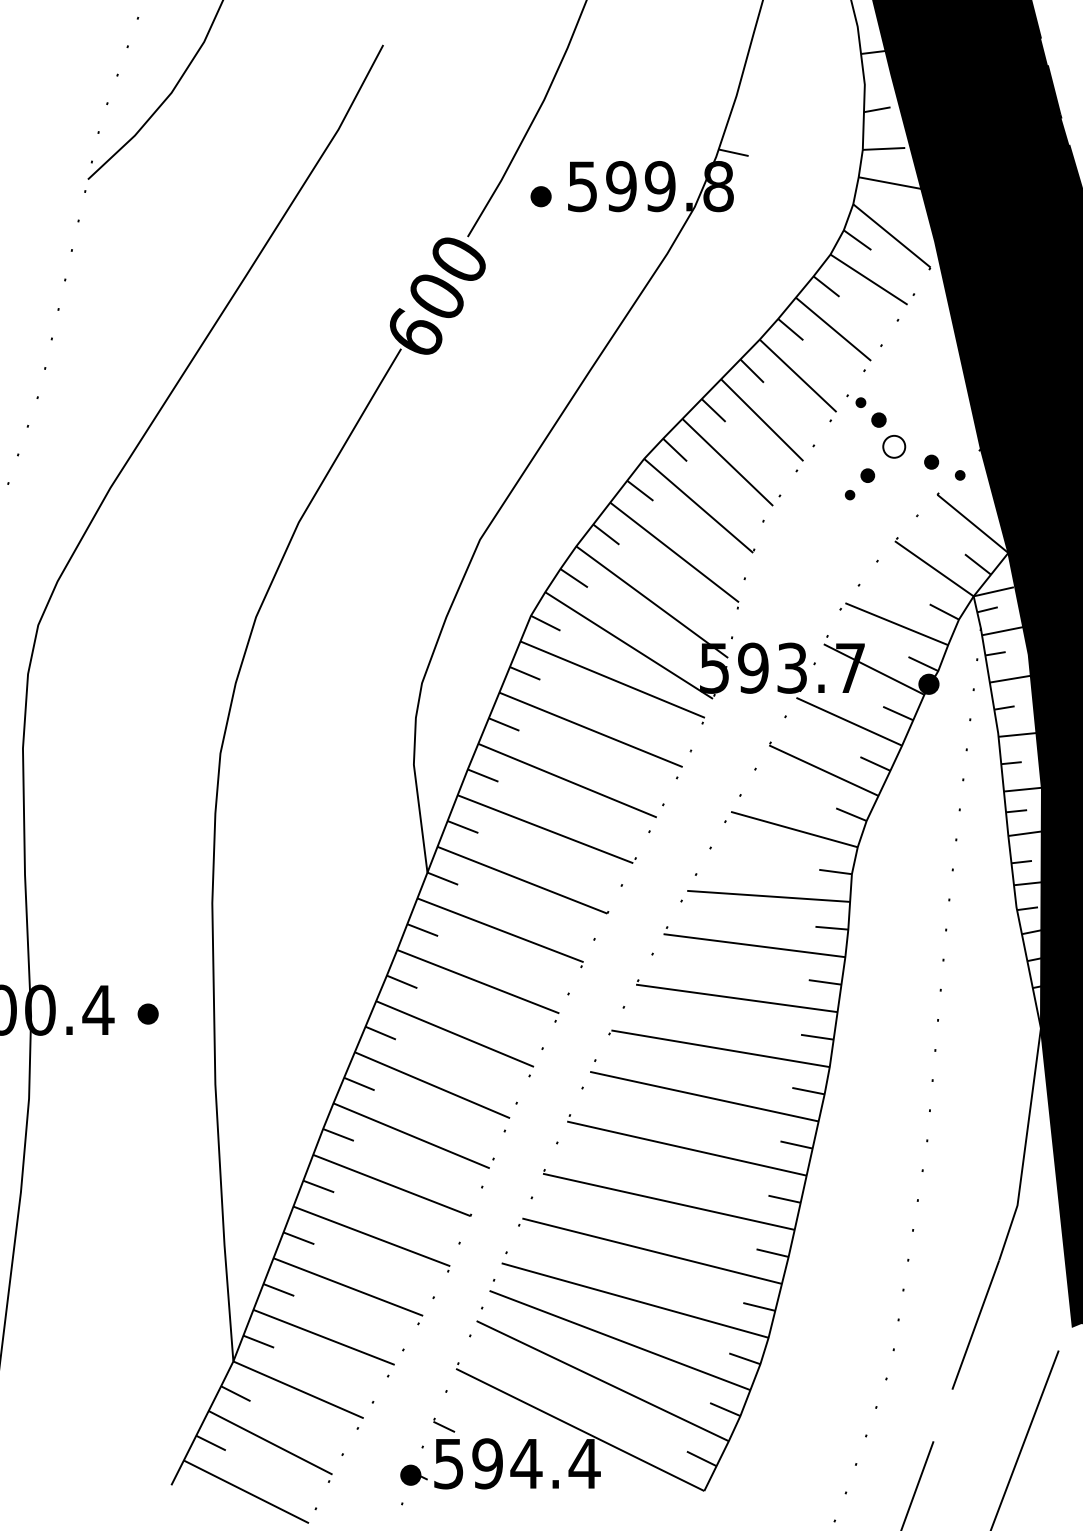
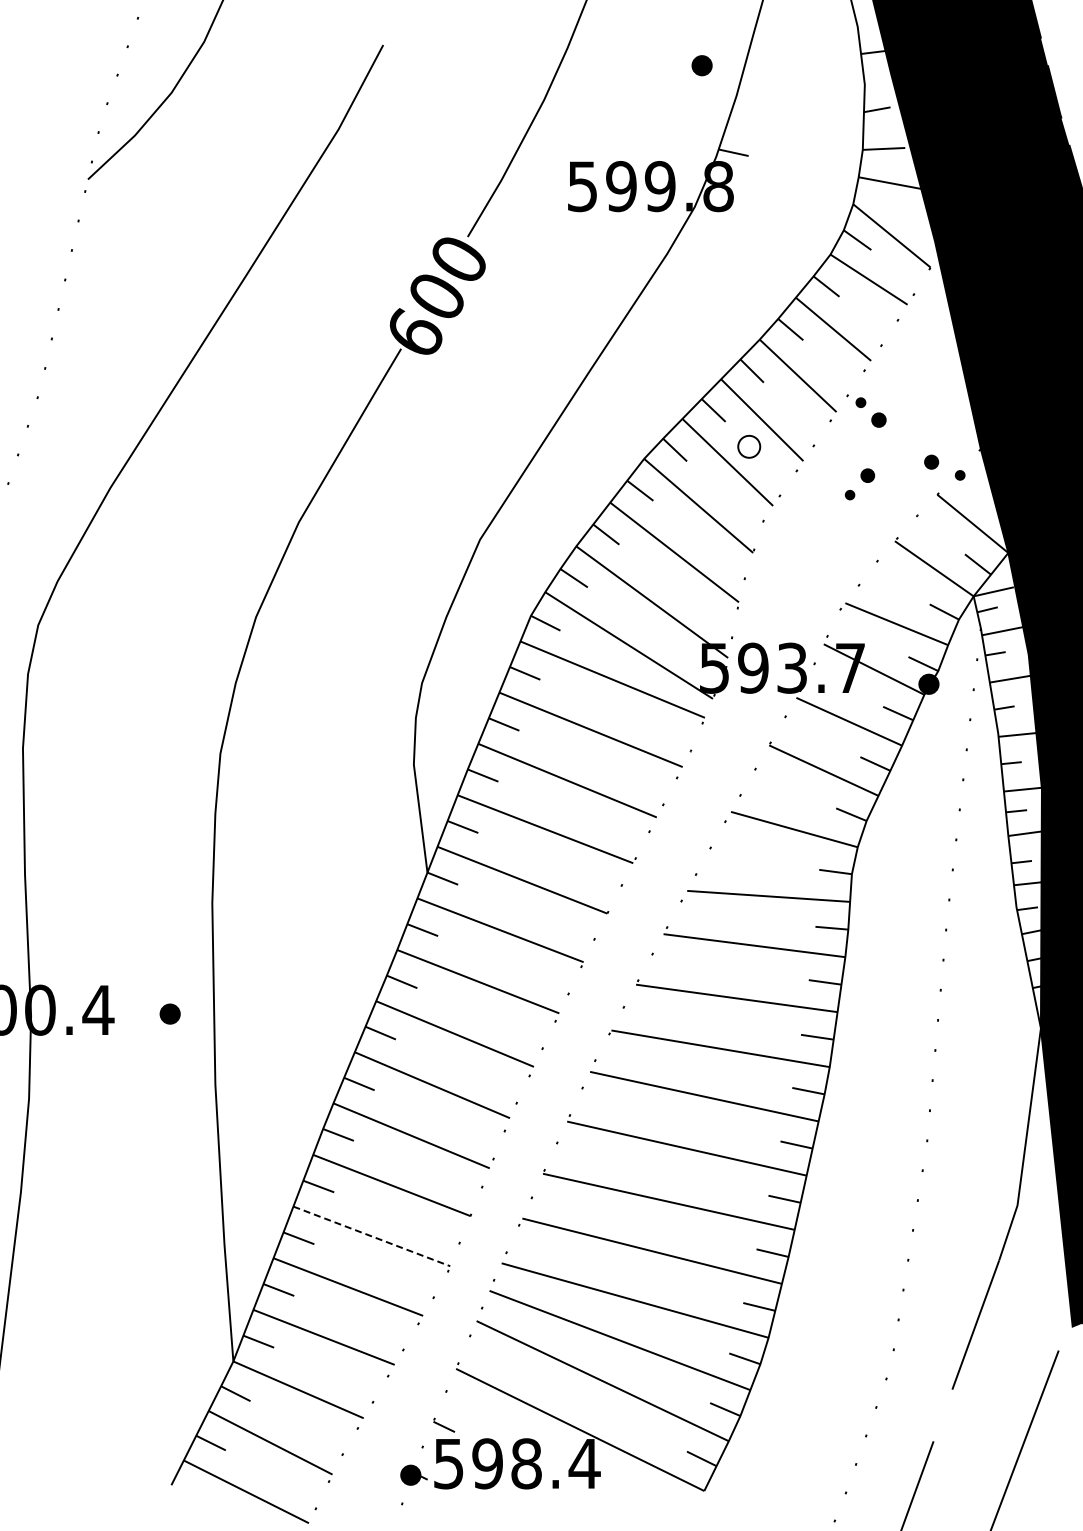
part at (540, 196) position: (540, 196) -> (701, 65)
circle at (894, 446) position: (894, 446) -> (749, 446)
part at (147, 1013) position: (147, 1013) -> (169, 1013)
line at (371, 1236): solid -> dashed
text at (526, 1463): 594.4 -> 598.4
